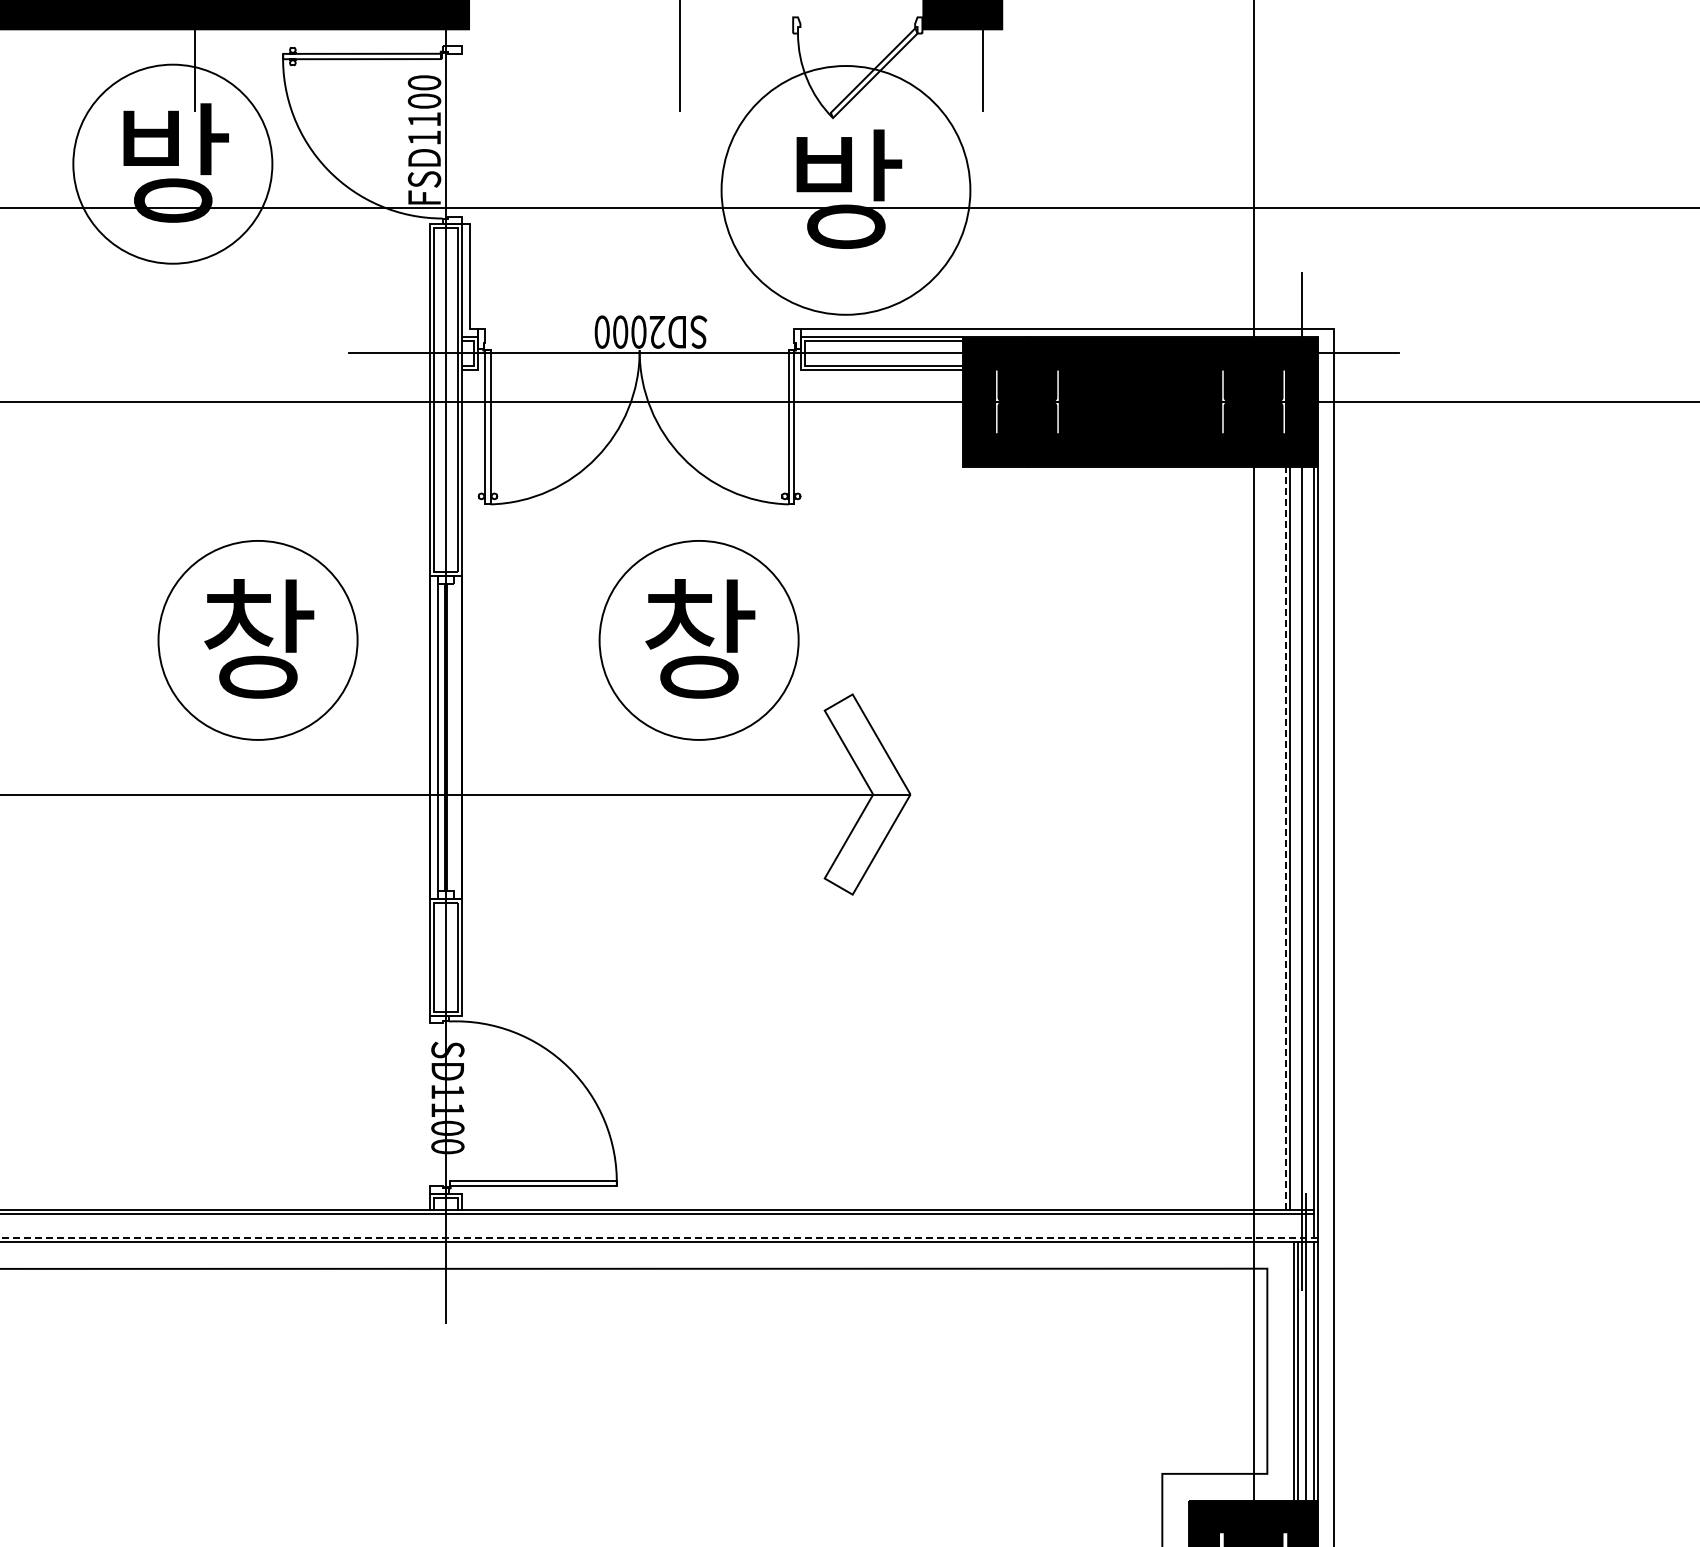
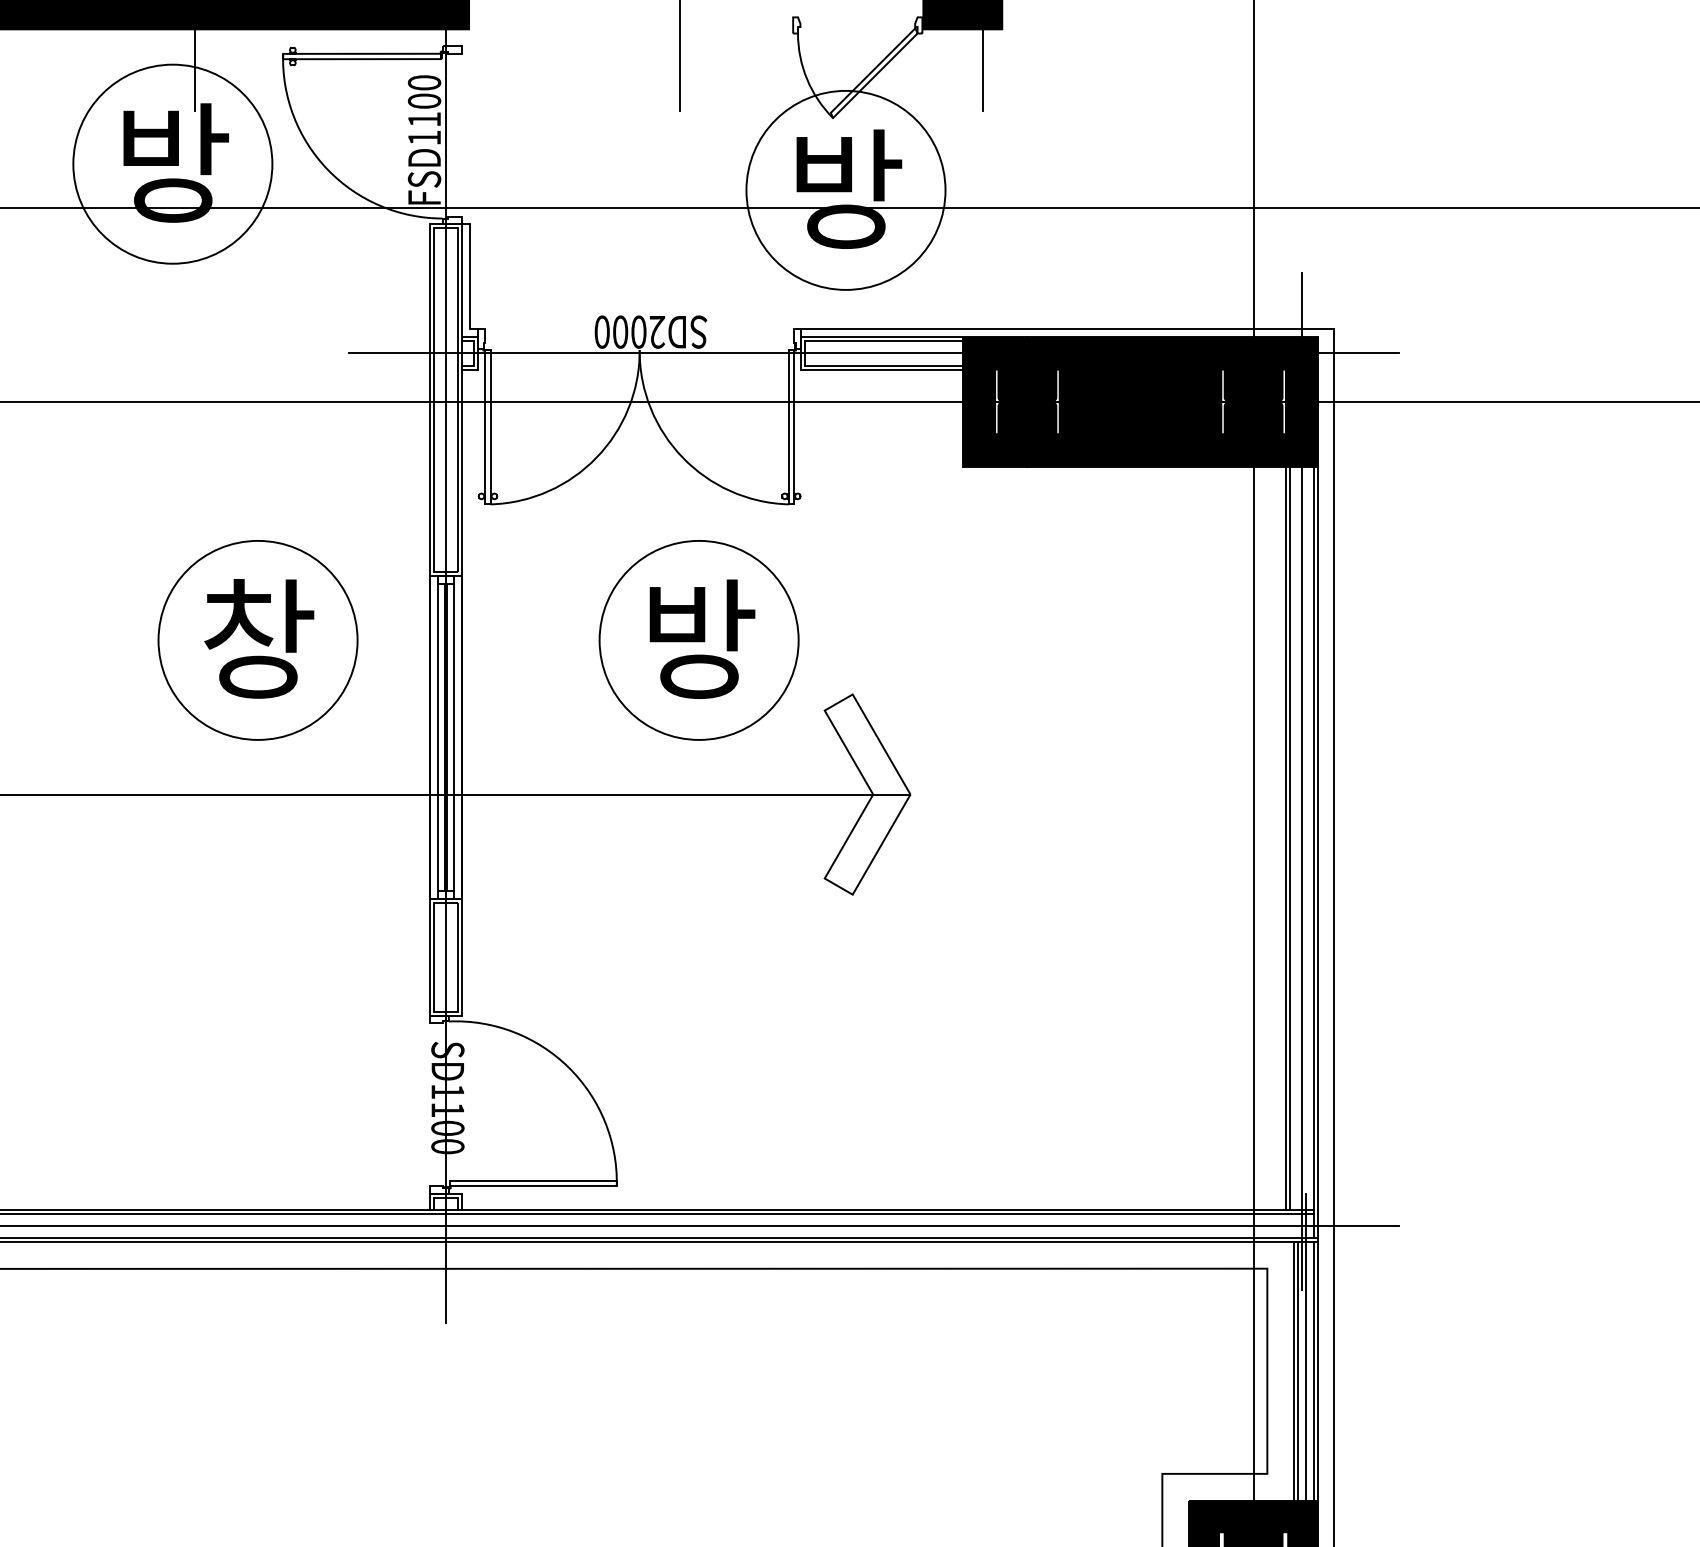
circle at (845, 190) diameter: 249 px -> 199 px
text at (700, 638): 창 -> 방
line at (453, 733): none -> present
line at (1285, 838): dashed -> solid
line at (700, 1225): none -> present
line at (659, 1237): dashed -> solid
